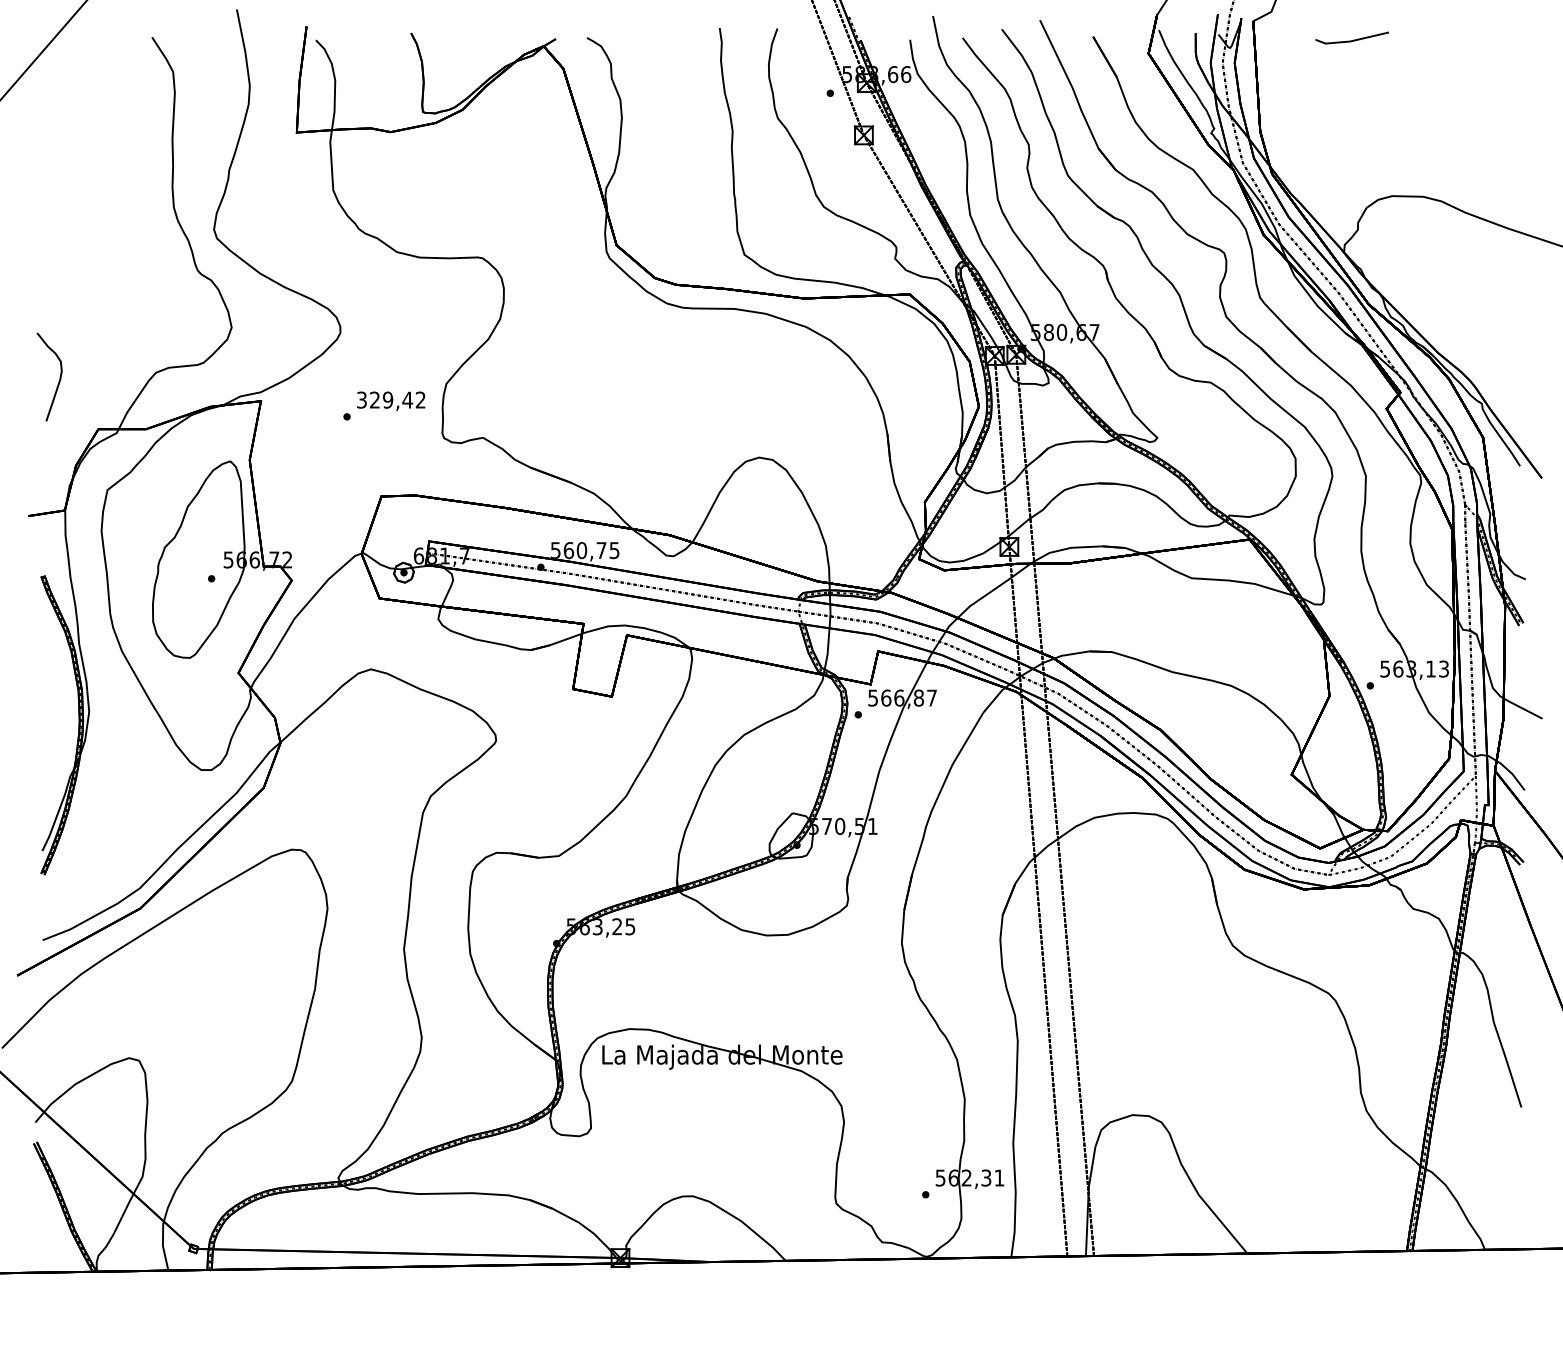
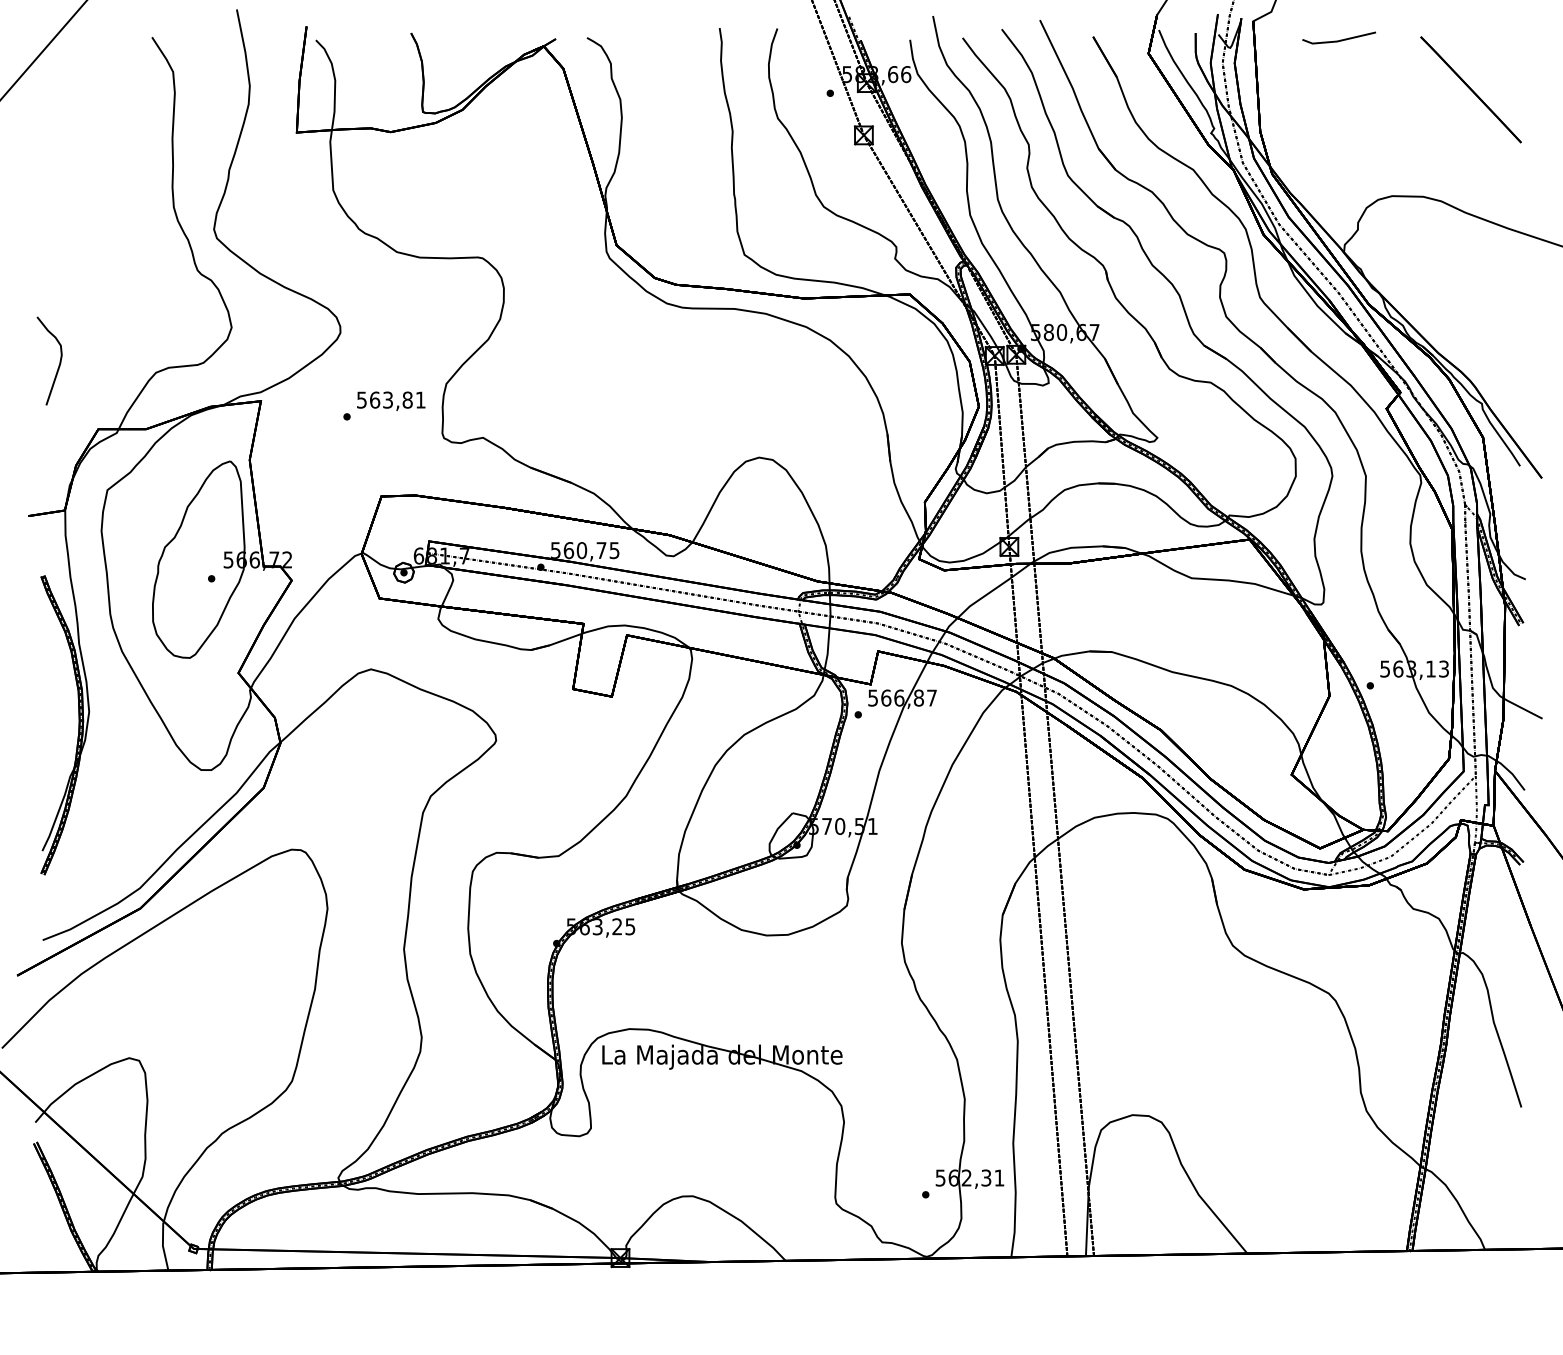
line at (1353, 39) position: (1353, 39) -> (1340, 39)
line at (1470, 89): none -> present
curve at (59, 376) position: (59, 376) -> (59, 360)
text at (391, 399): 329,42 -> 563,81
